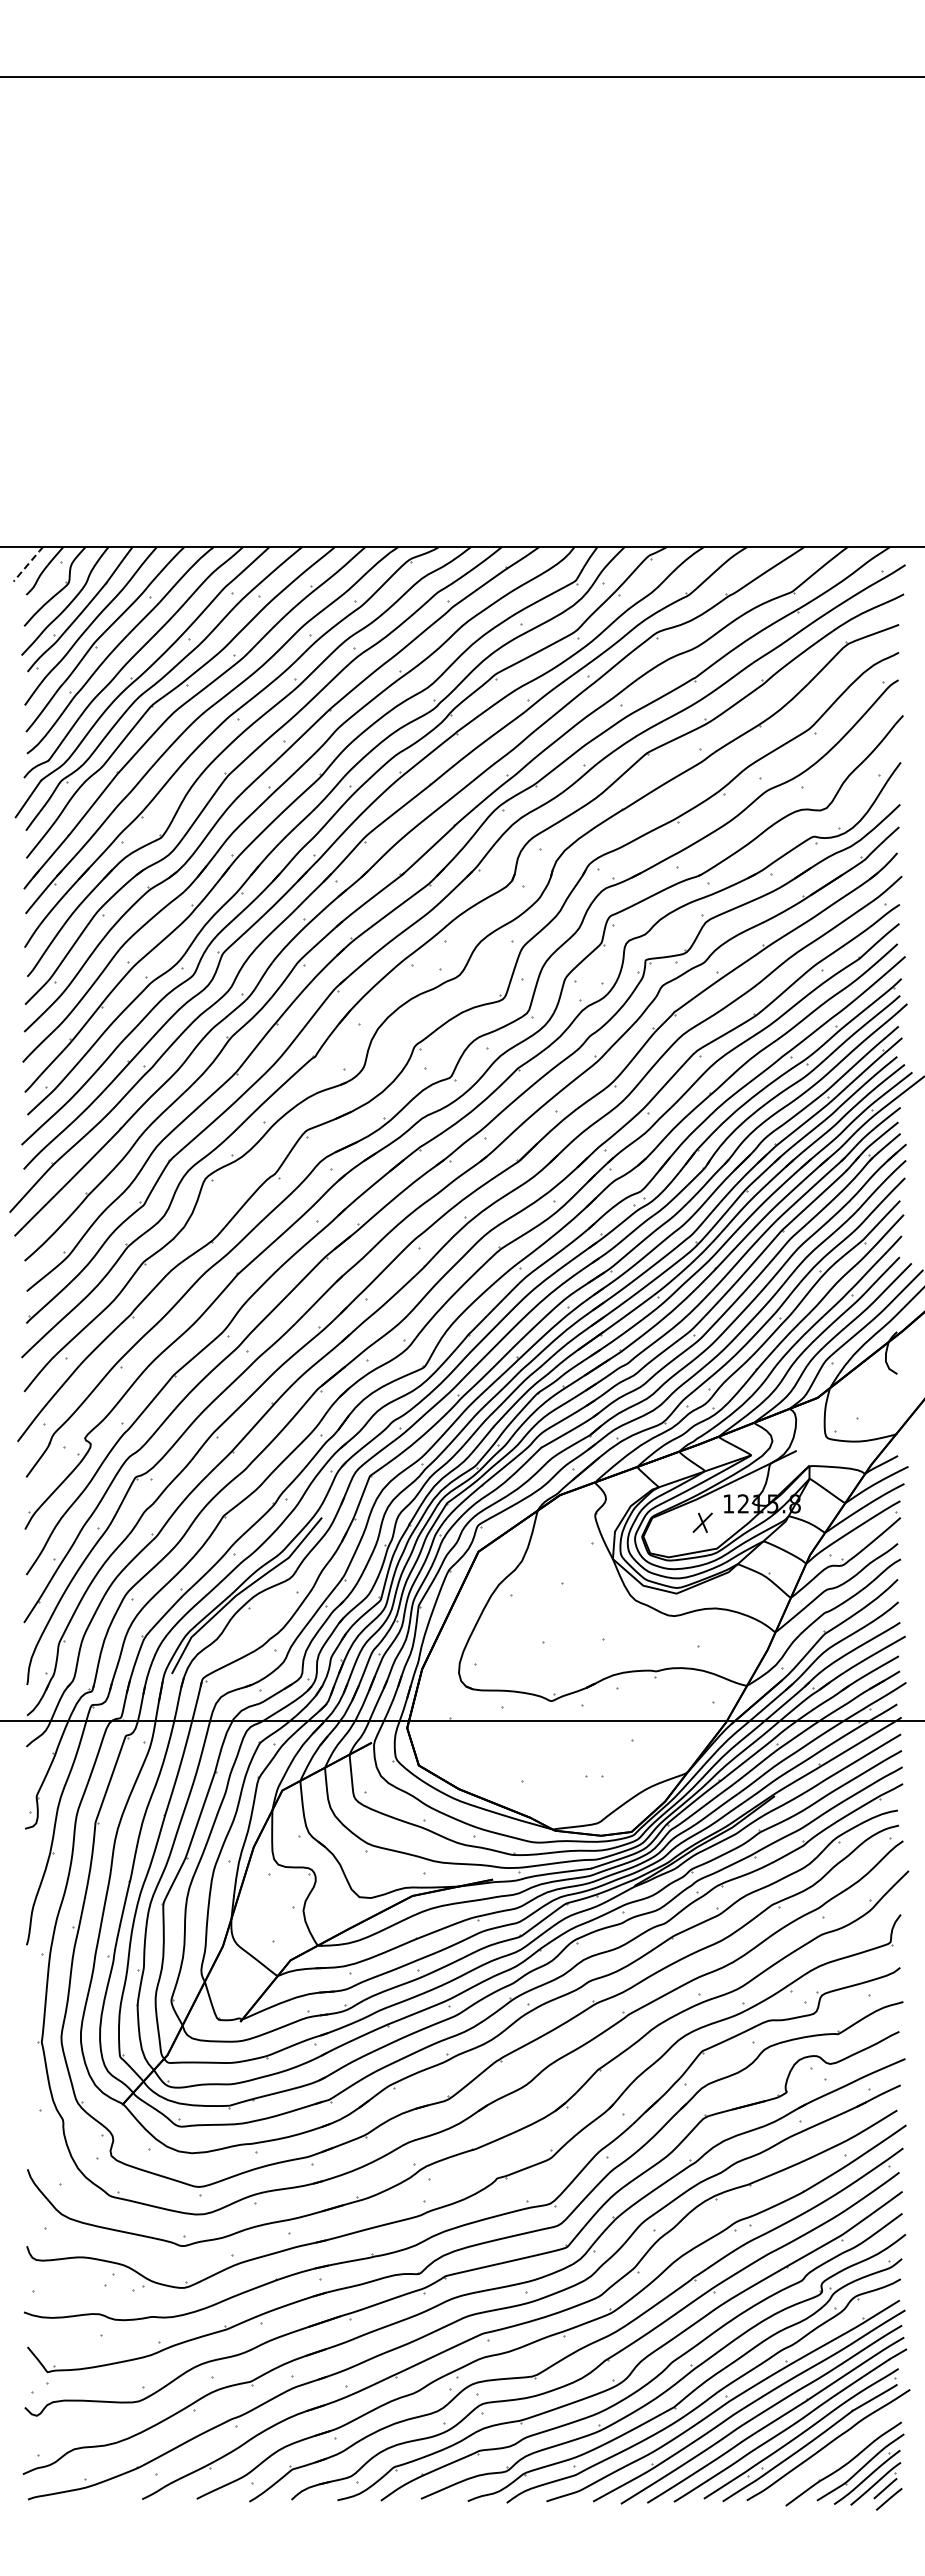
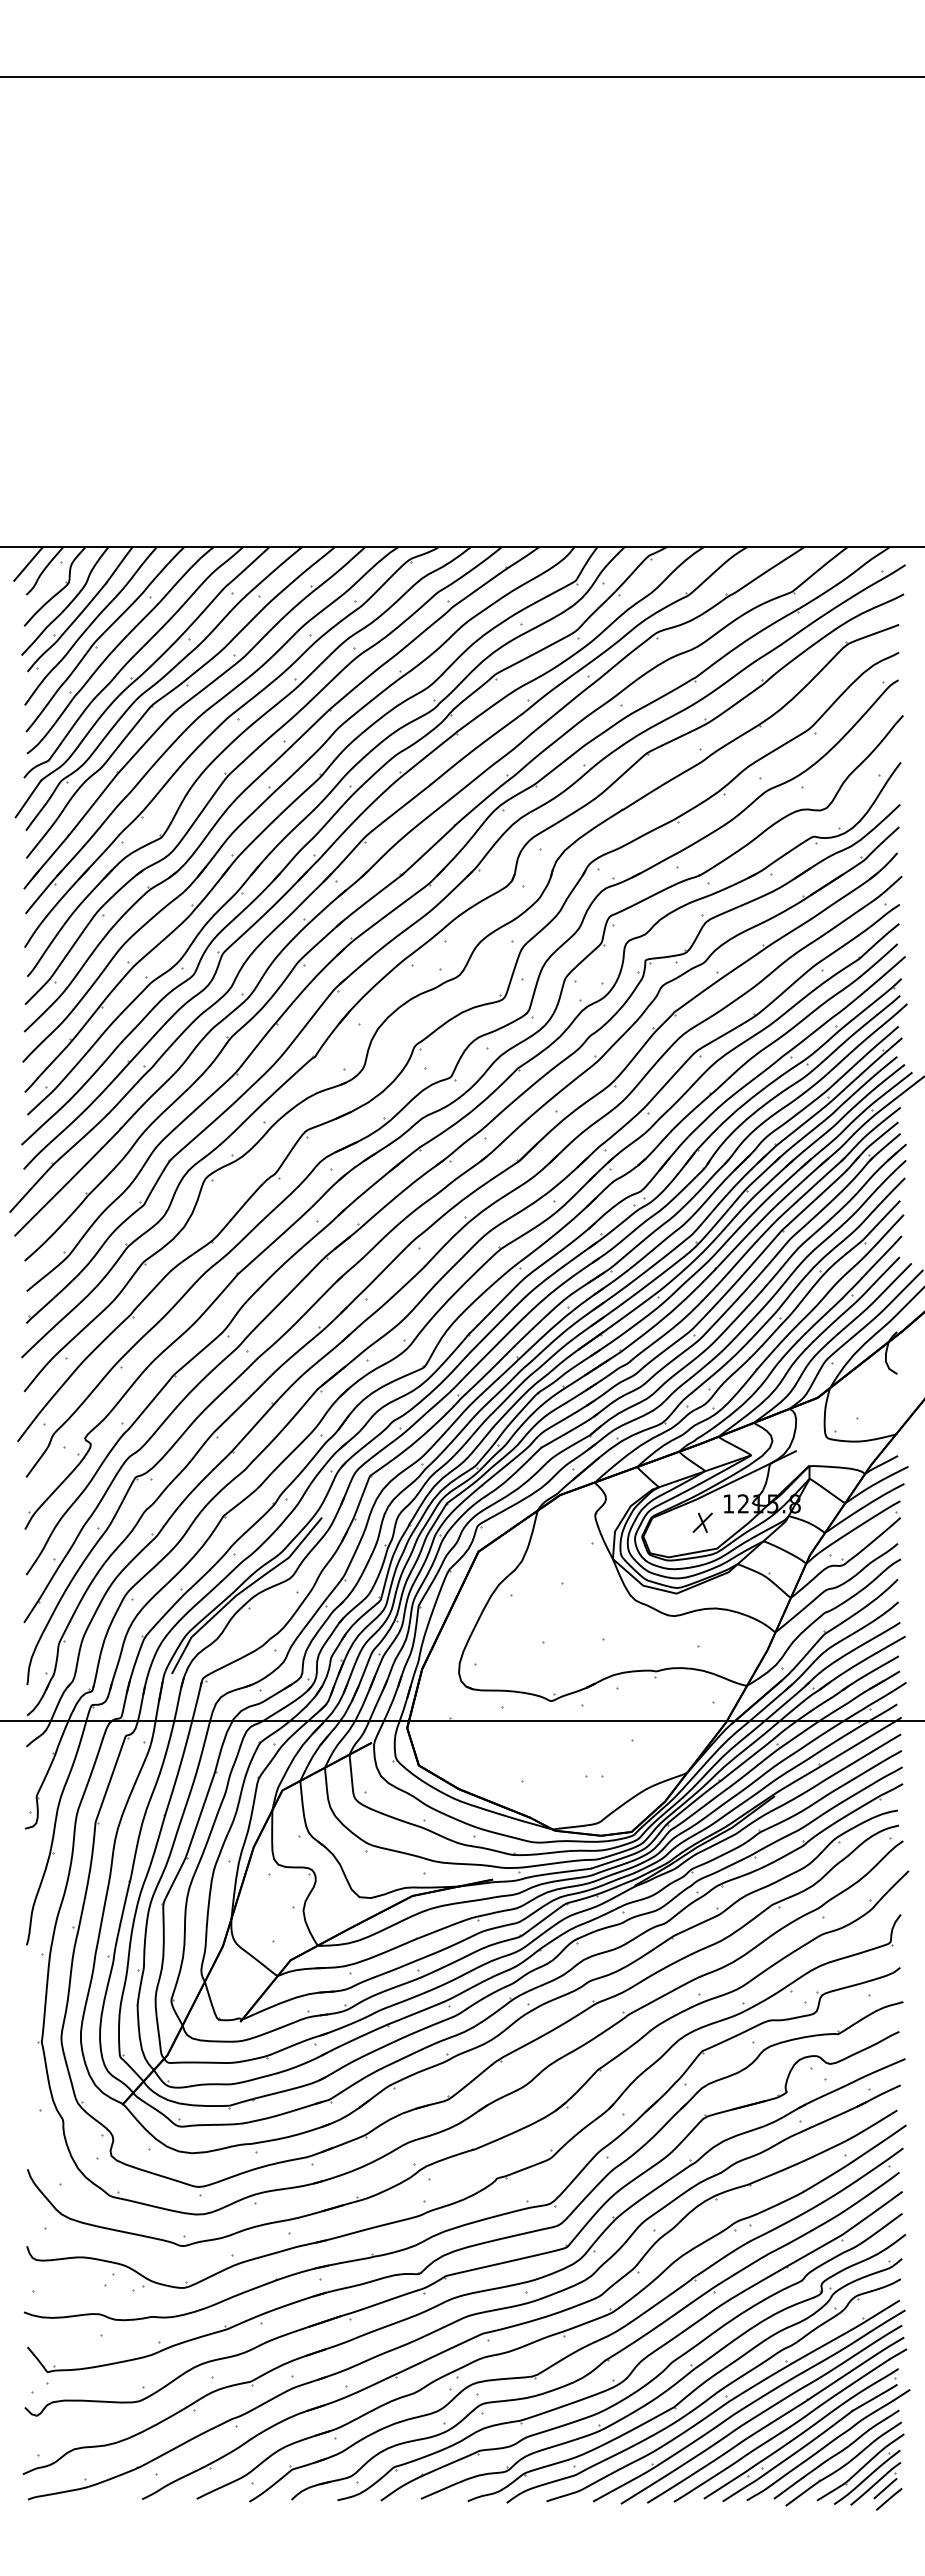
line at (28, 564): dashed -> solid
curve at (836, 2454): none -> present
